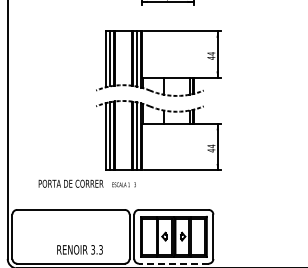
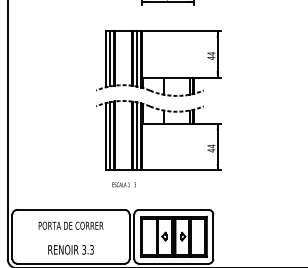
text at (70, 183) position: (70, 183) -> (70, 225)
text at (79, 249) position: (79, 249) -> (70, 249)
line at (173, 263): dashed -> solid
